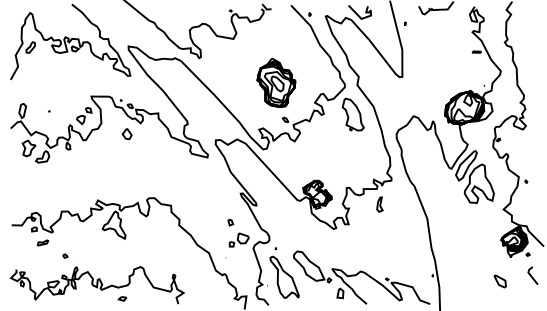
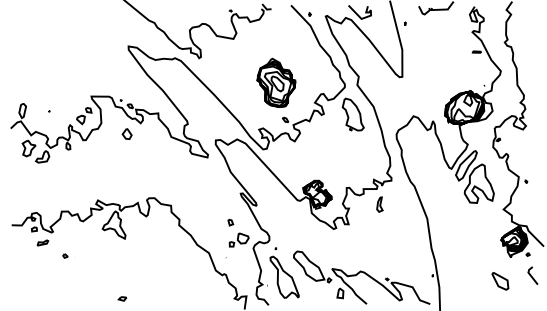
part at (70, 41): present -> none
part at (499, 281) size: 14x15 px -> 19x19 px
part at (96, 285): present -> none
